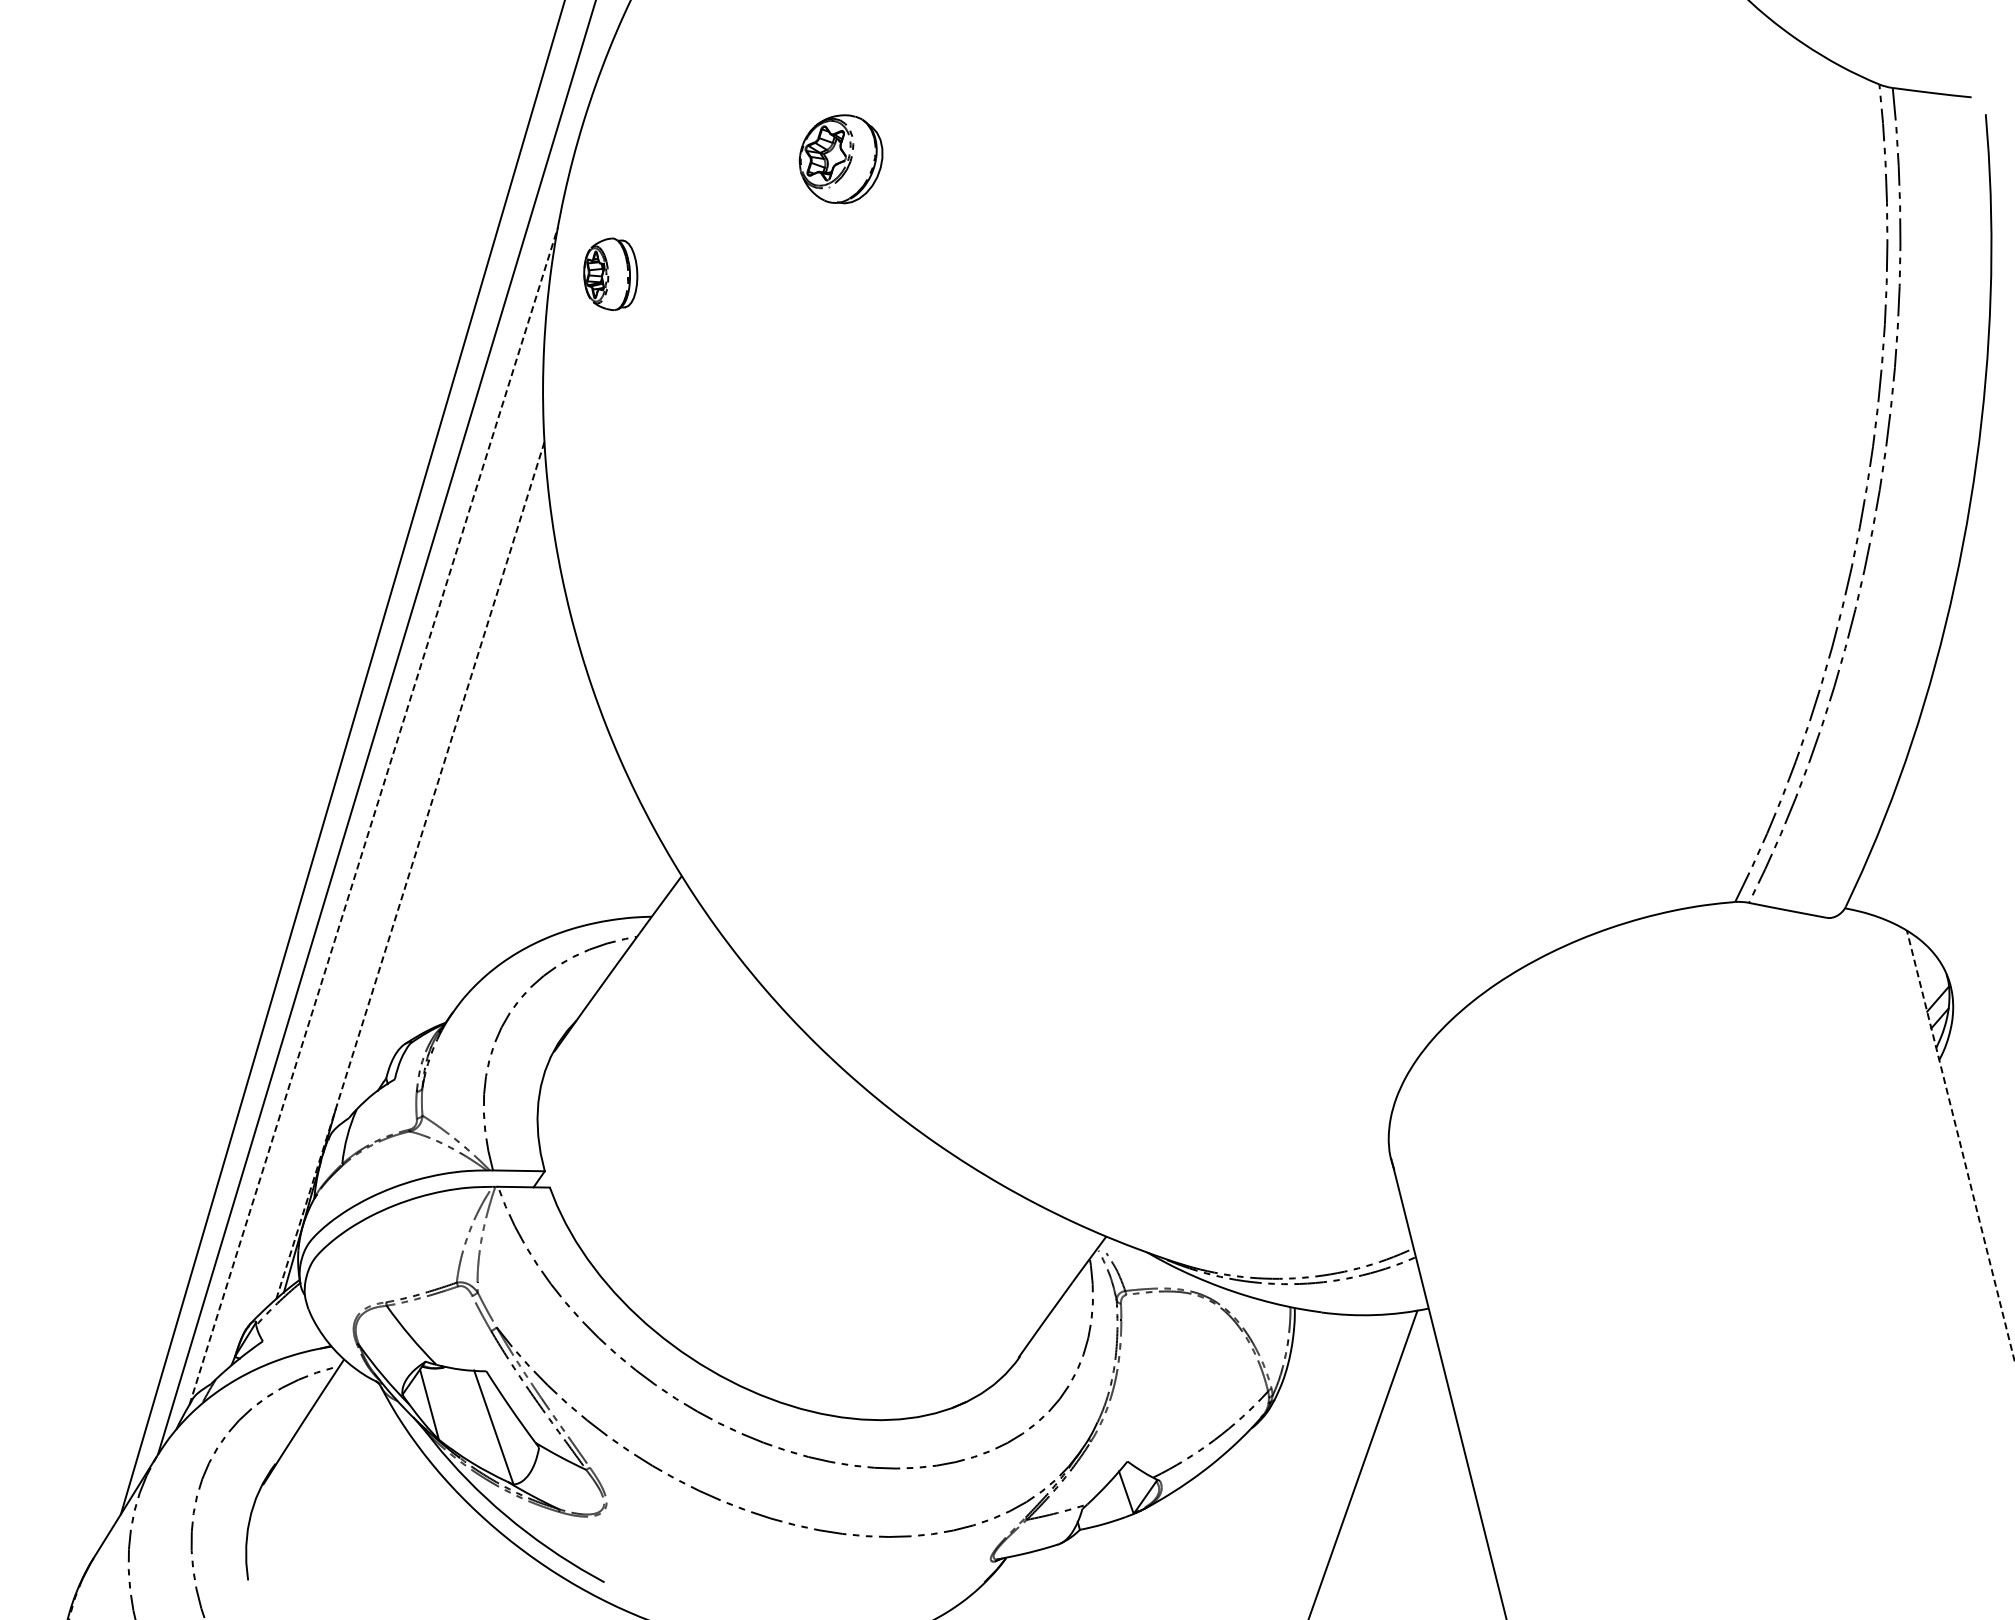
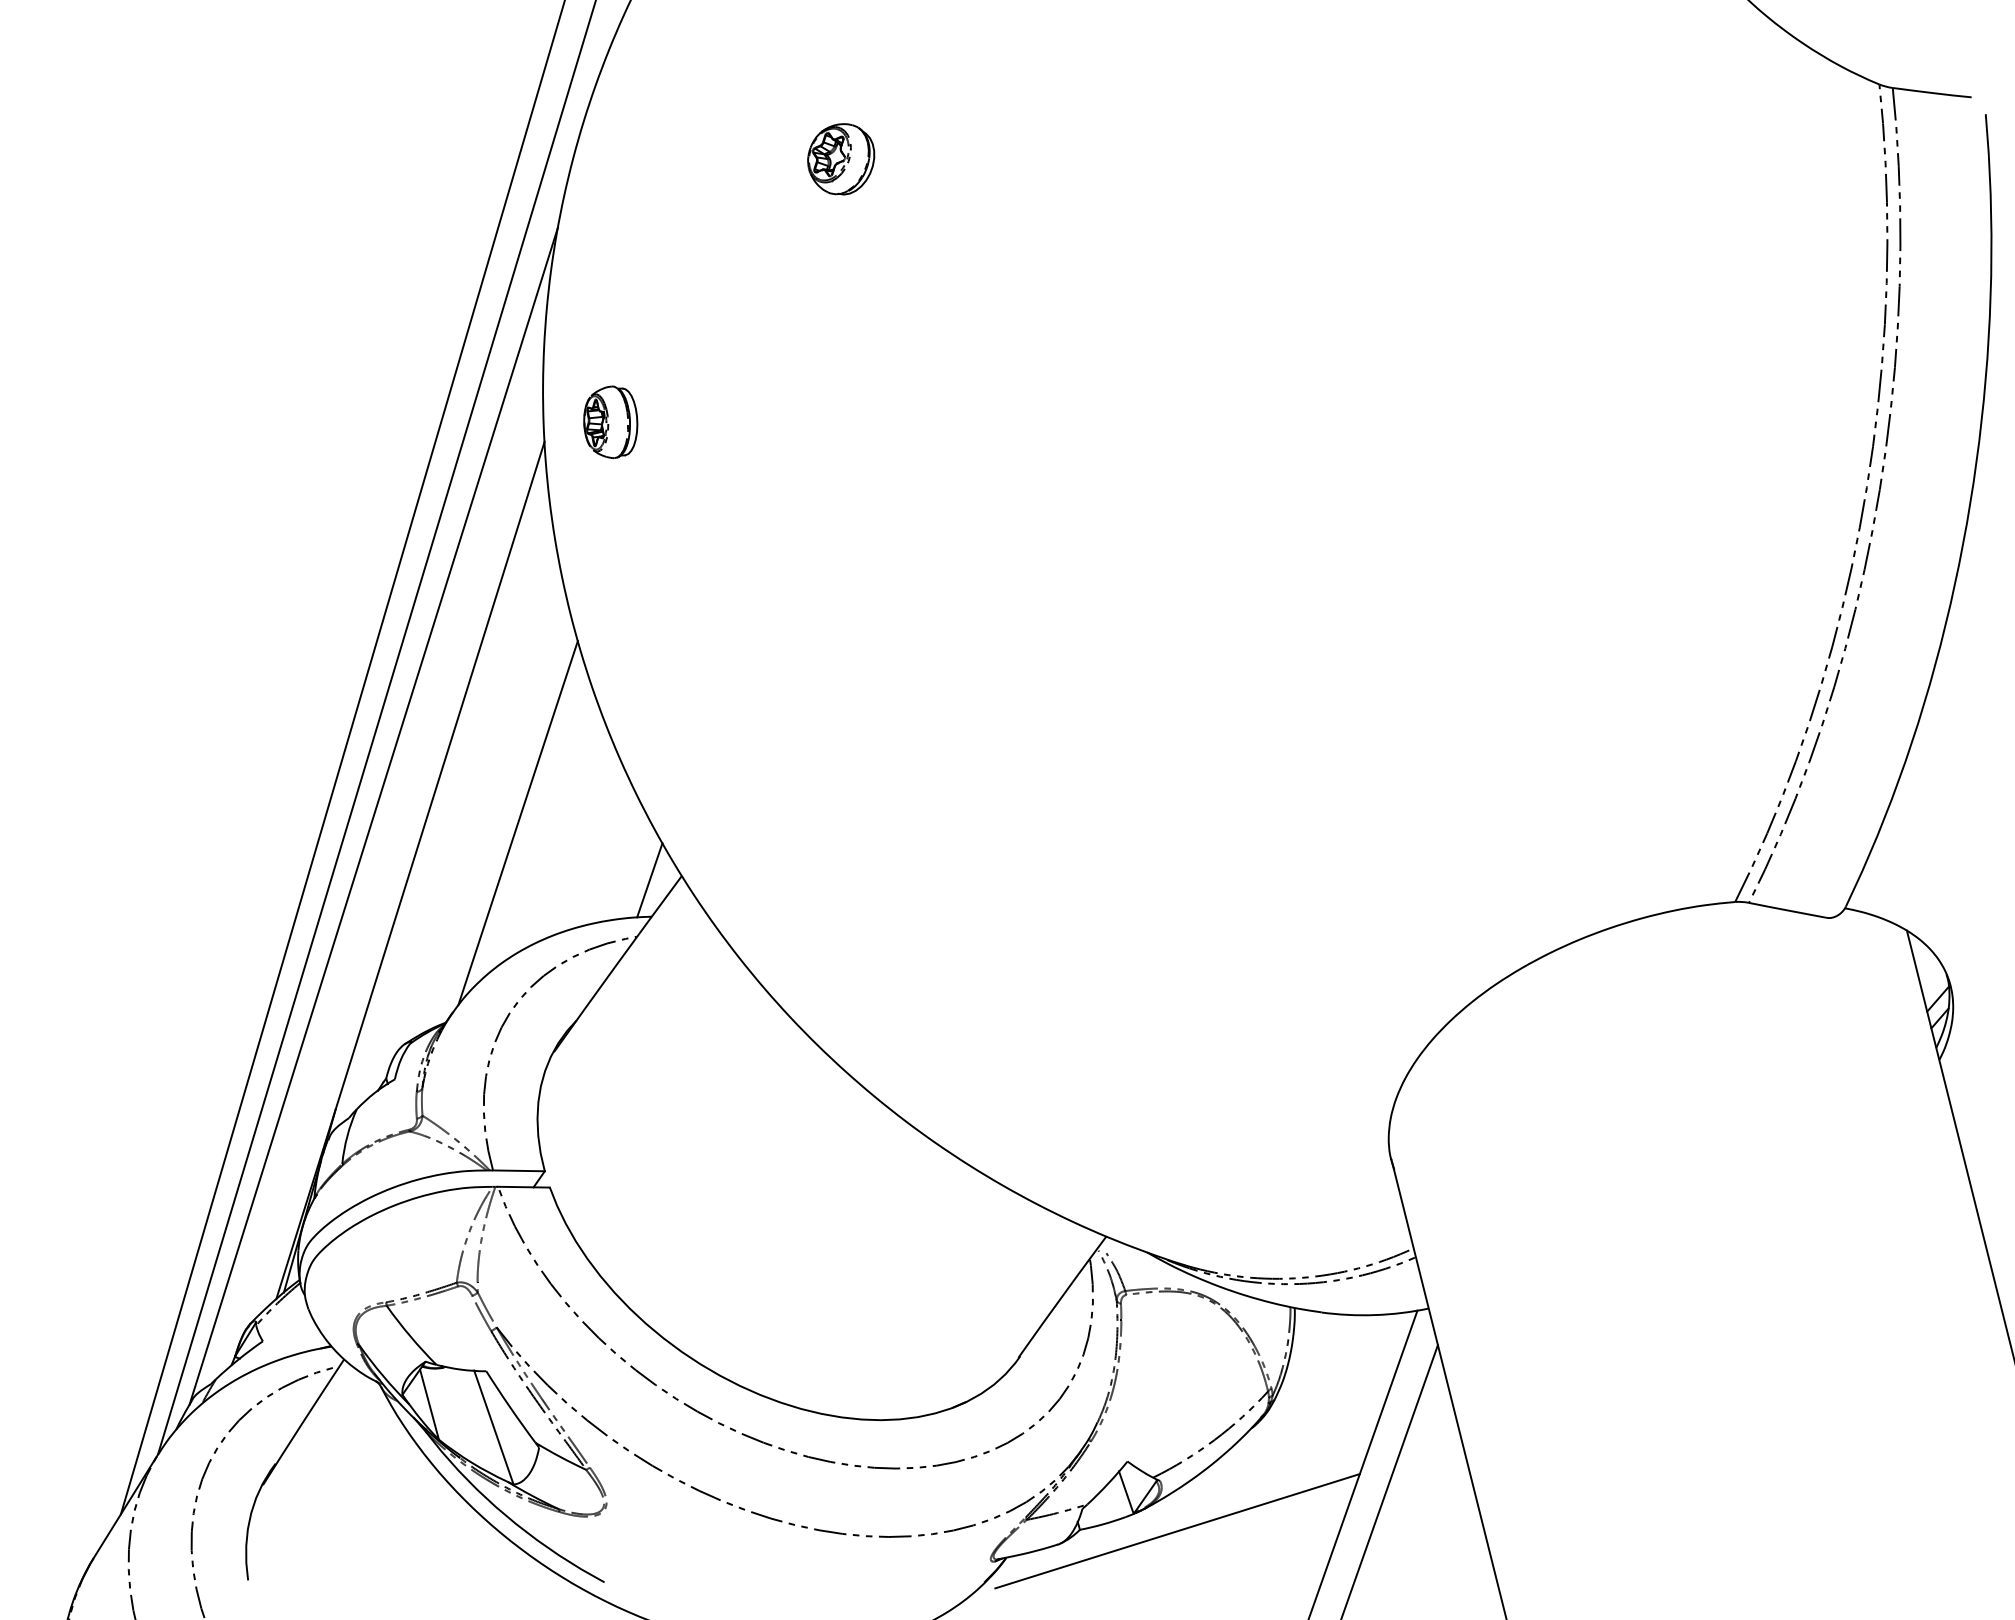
part at (840, 159) size: 86x91 px -> 69x73 px
part at (610, 273) position: (610, 273) -> (610, 421)
line at (373, 816): dashed -> solid
line at (517, 822): none -> present
line at (410, 869): dashed -> solid
line at (649, 880): none -> present
line at (1960, 1145): dashed -> solid
line at (1389, 1480): none -> present
line at (1177, 1531): none -> present
